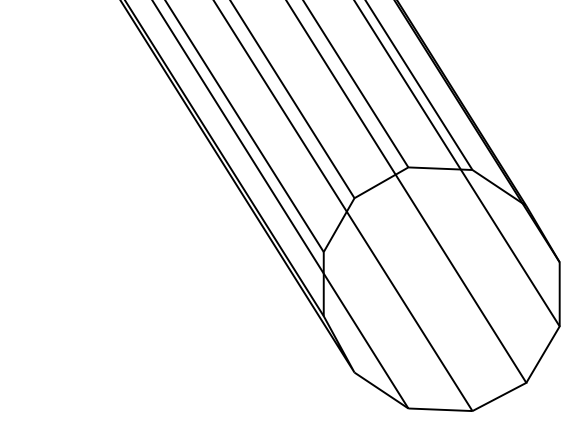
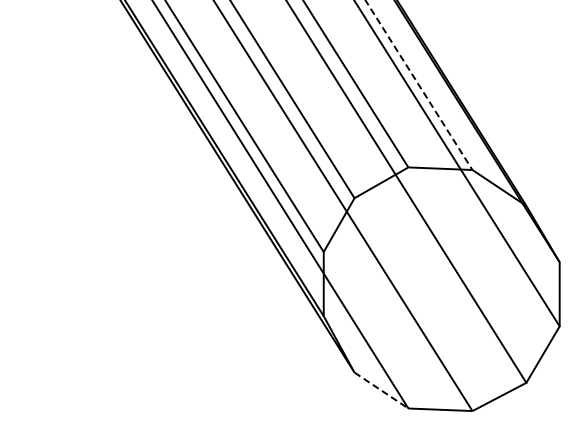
line at (419, 85): solid -> dashed
line at (381, 390): solid -> dashed
